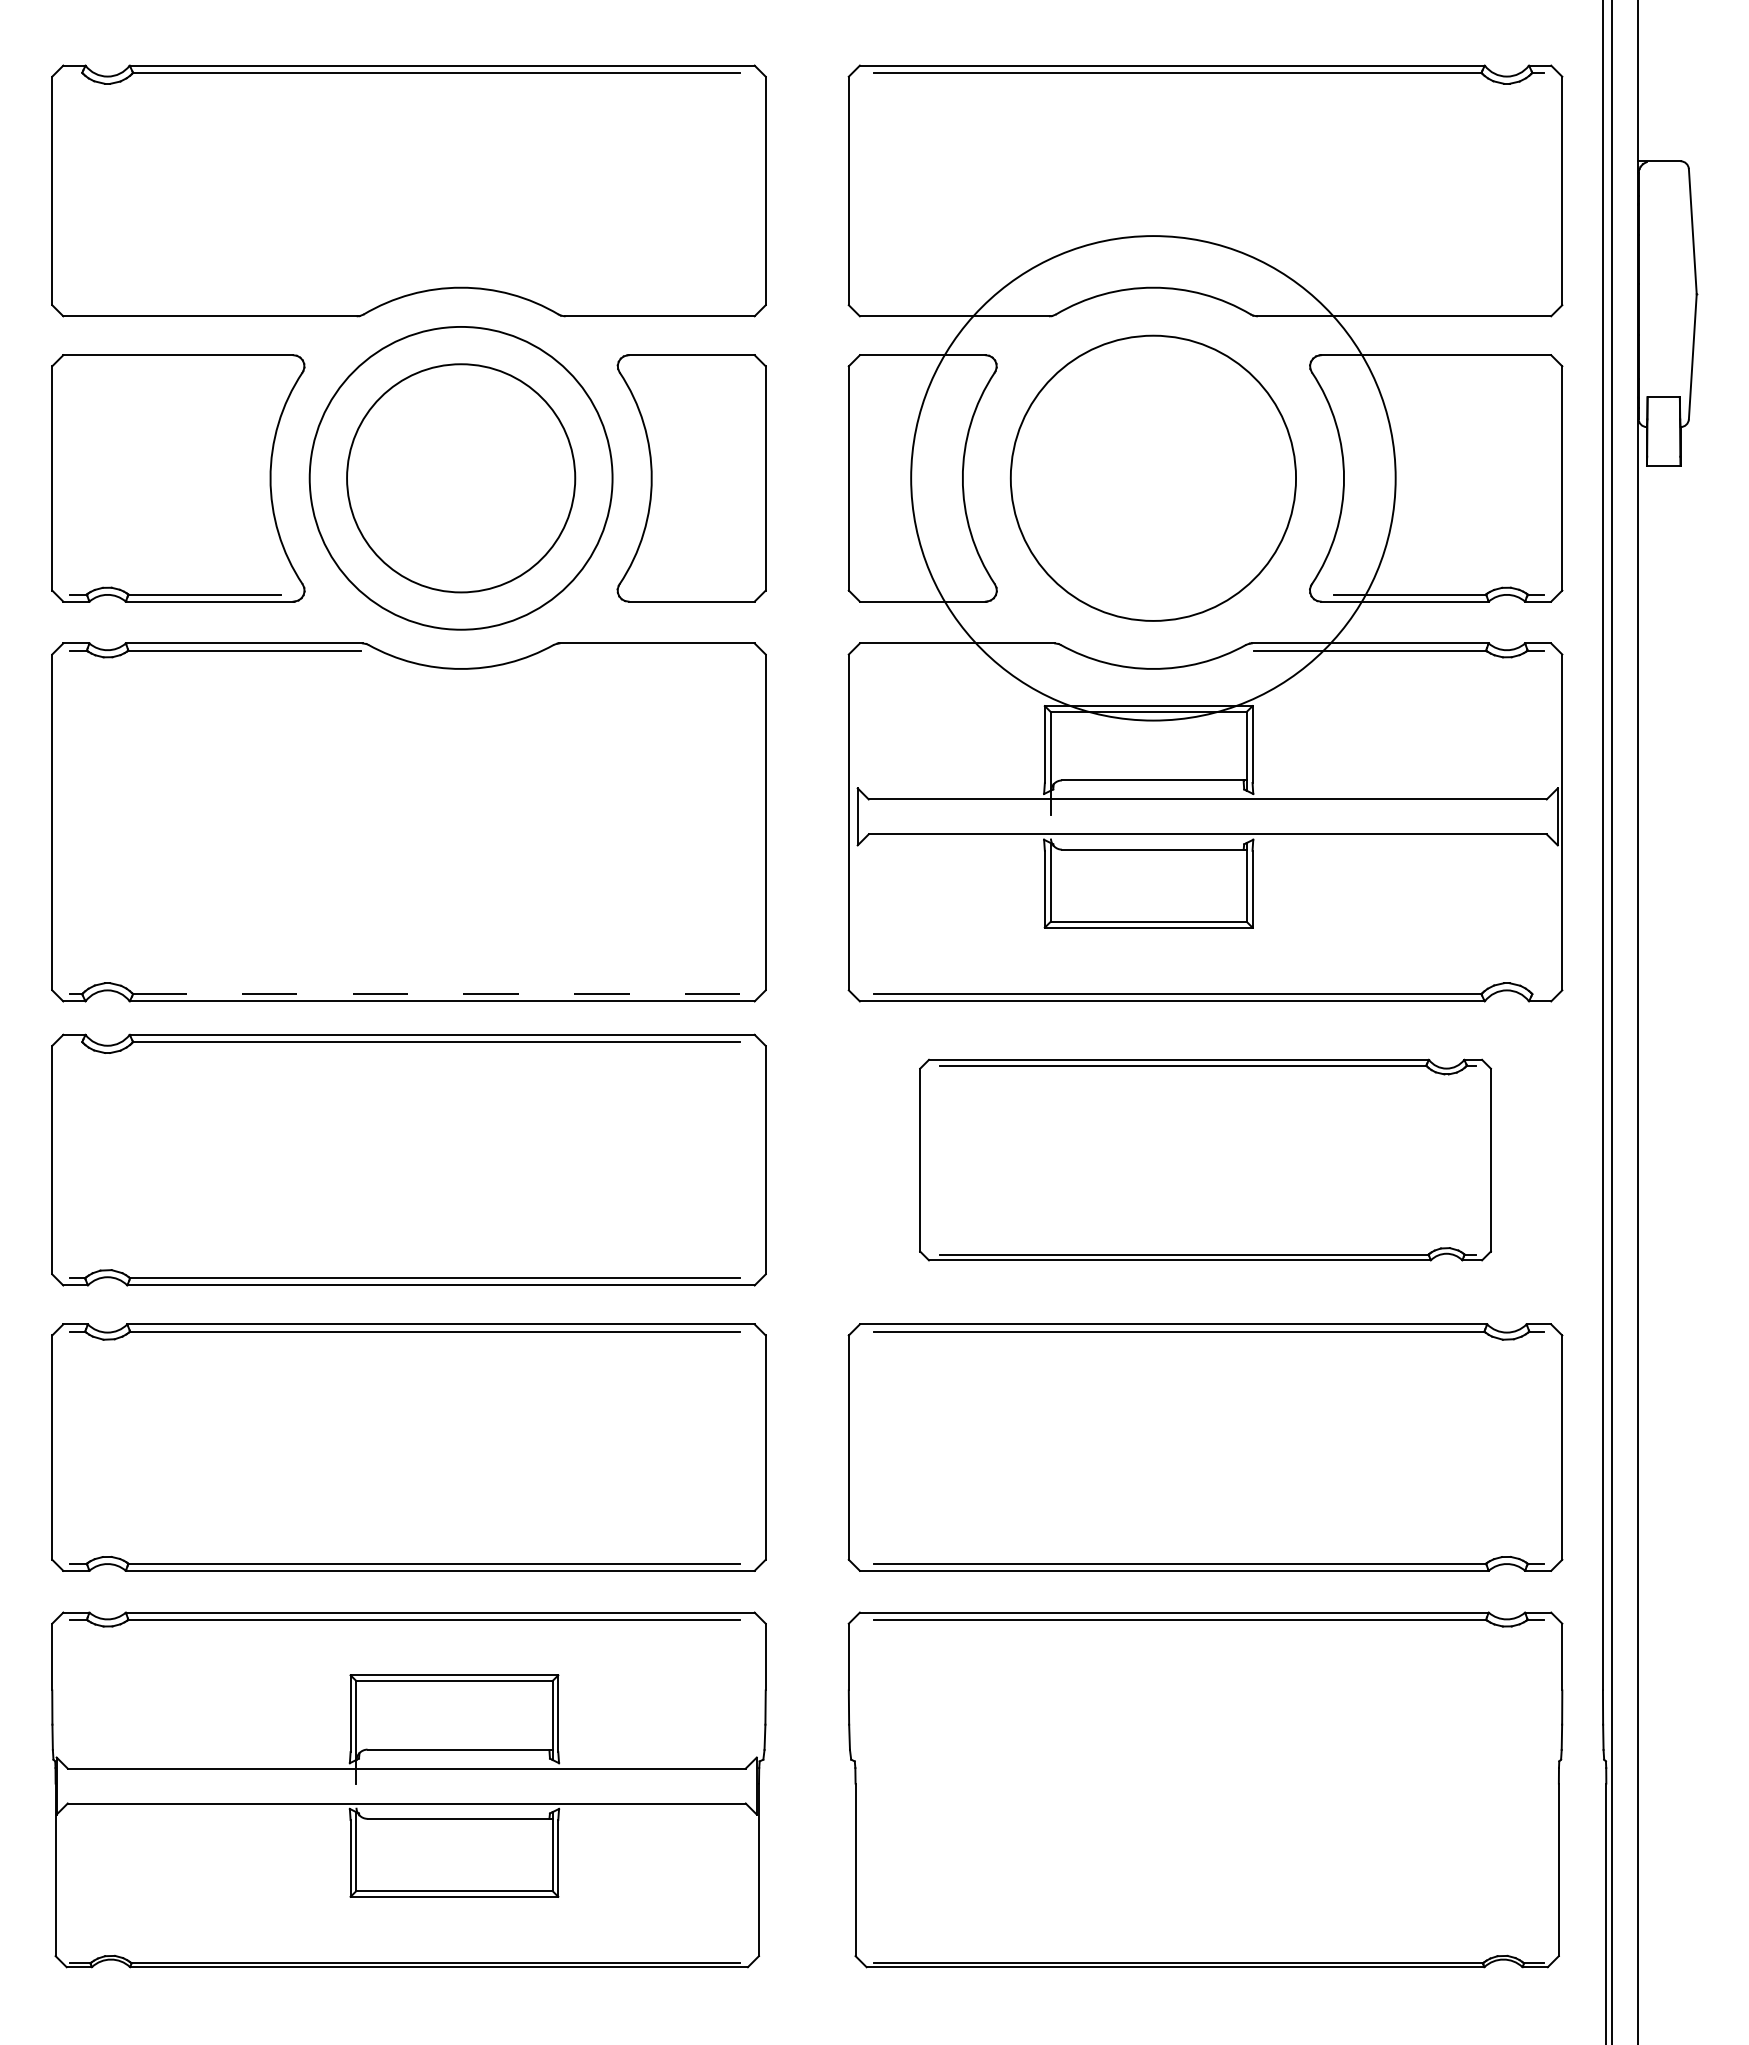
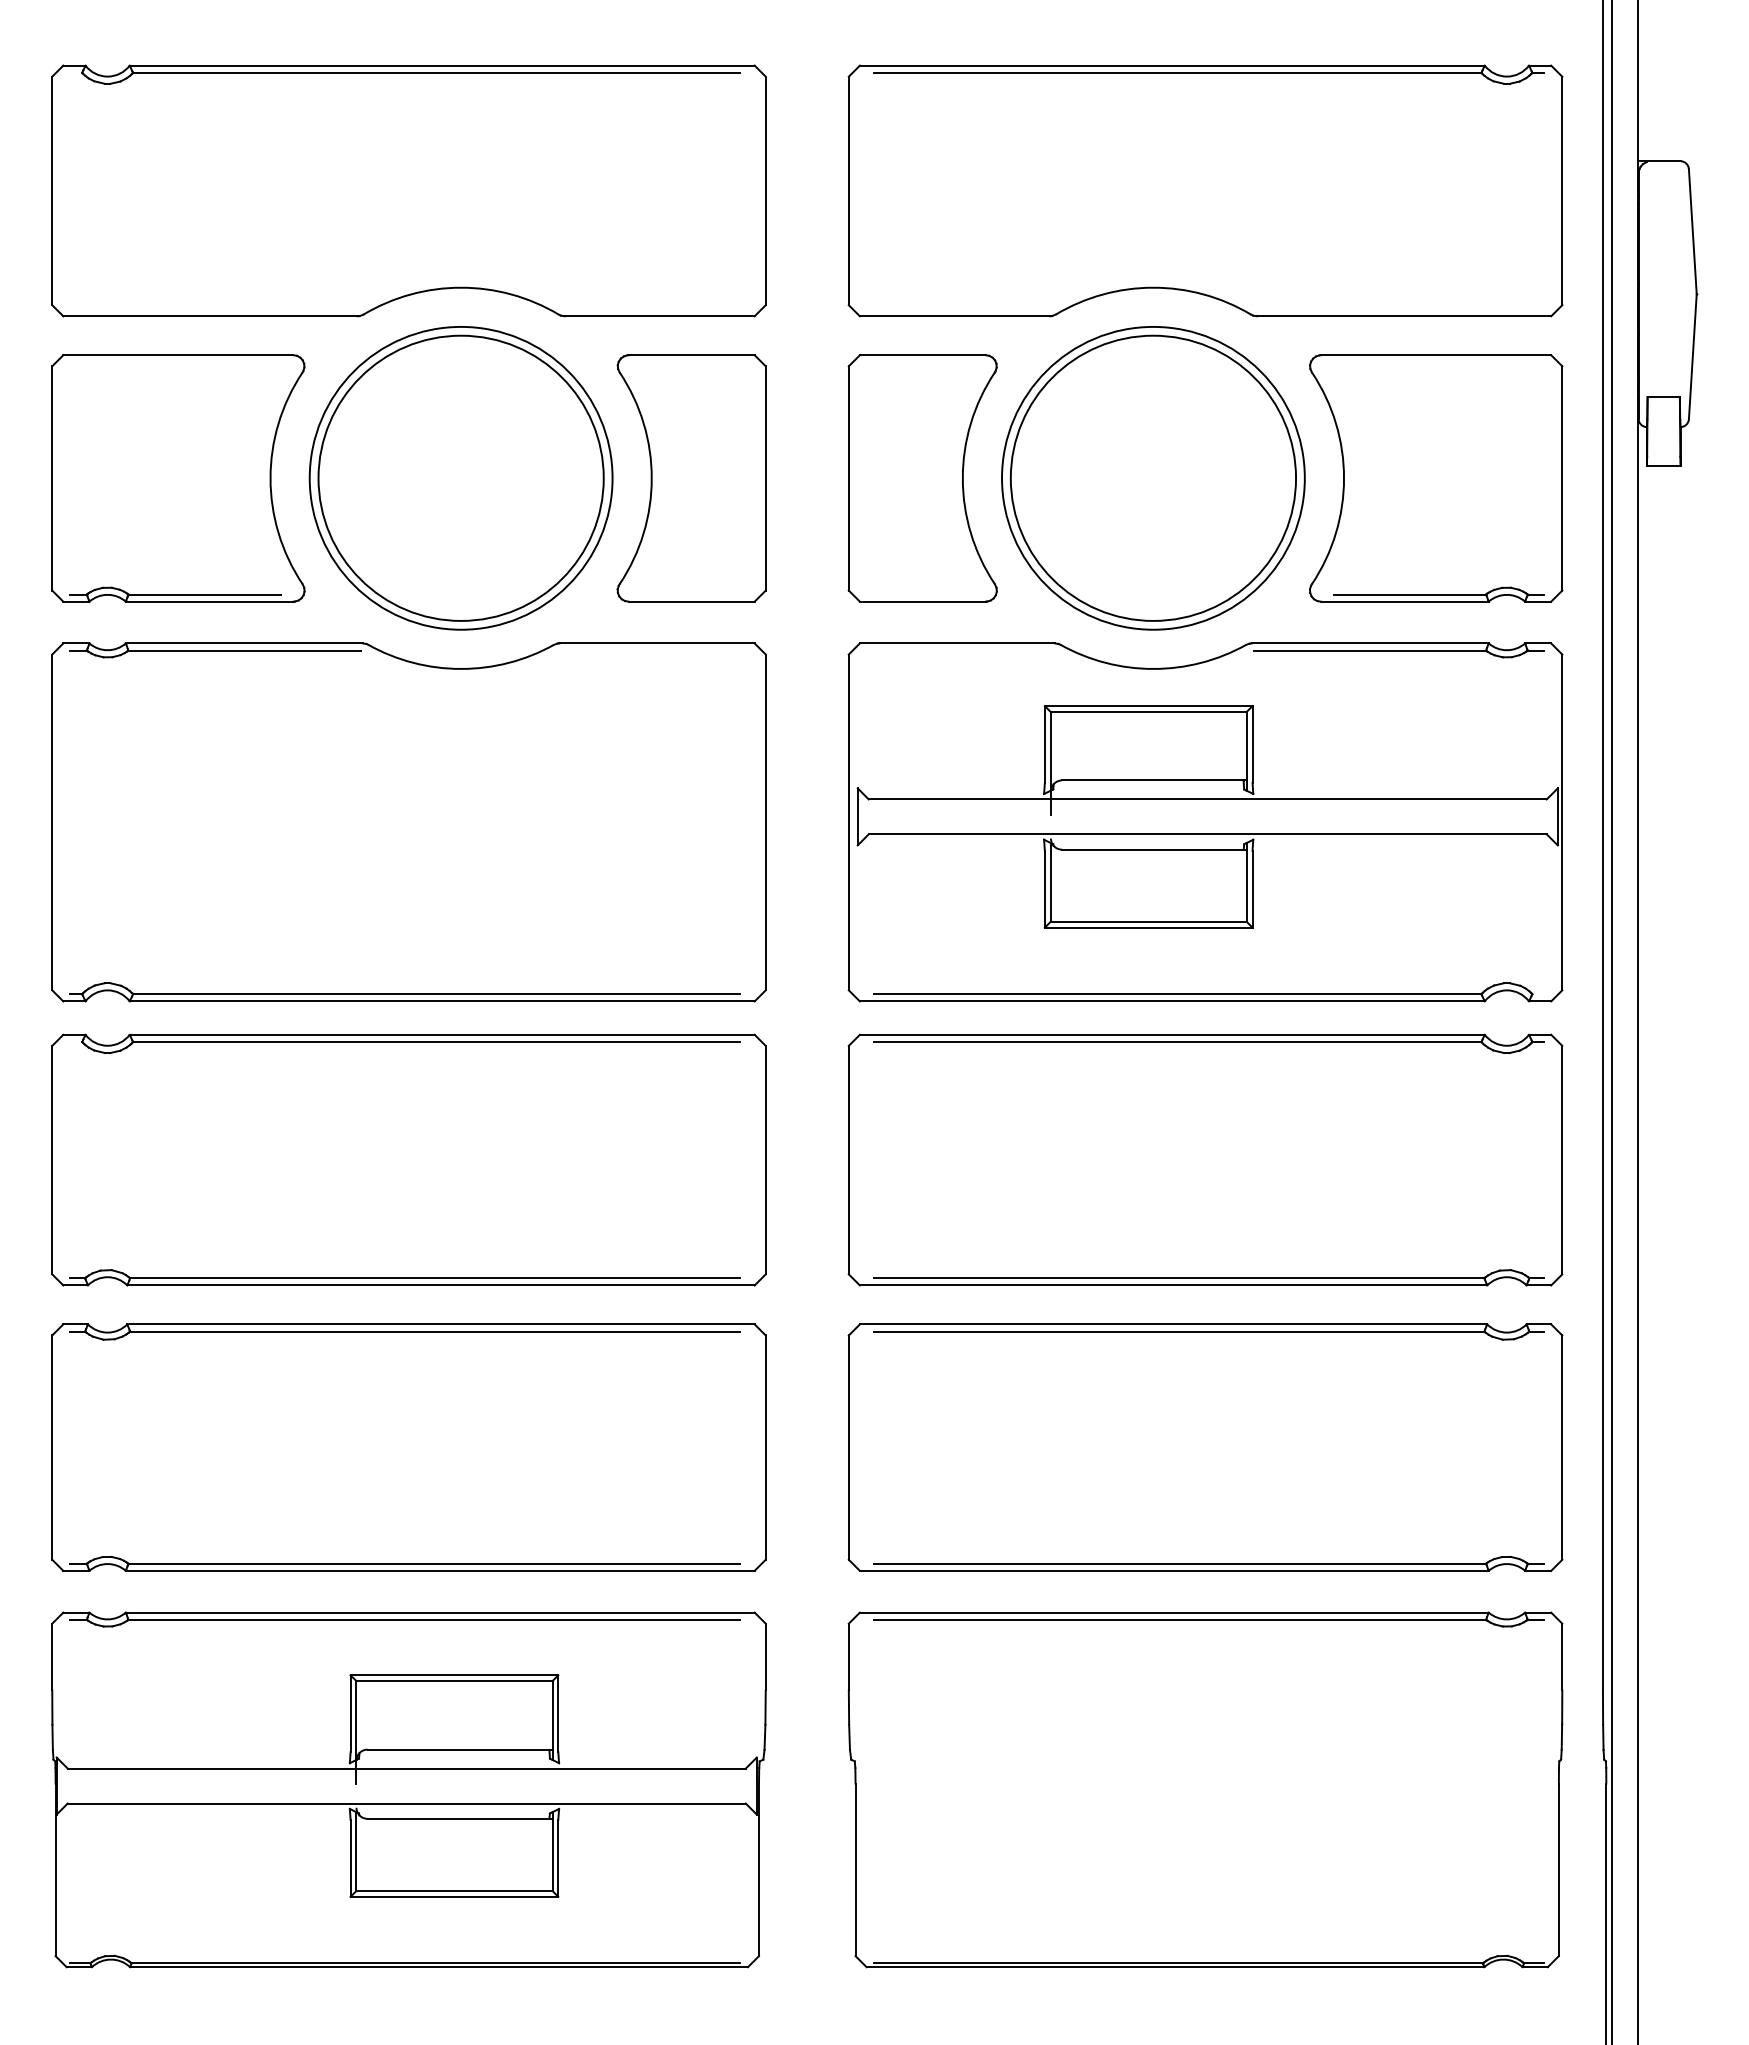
circle at (461, 478) diameter: 228 px -> 285 px
circle at (1153, 478) diameter: 485 px -> 303 px
line at (436, 994): dashed -> solid
part at (1205, 1159) size: 573x204 px -> 717x254 px
